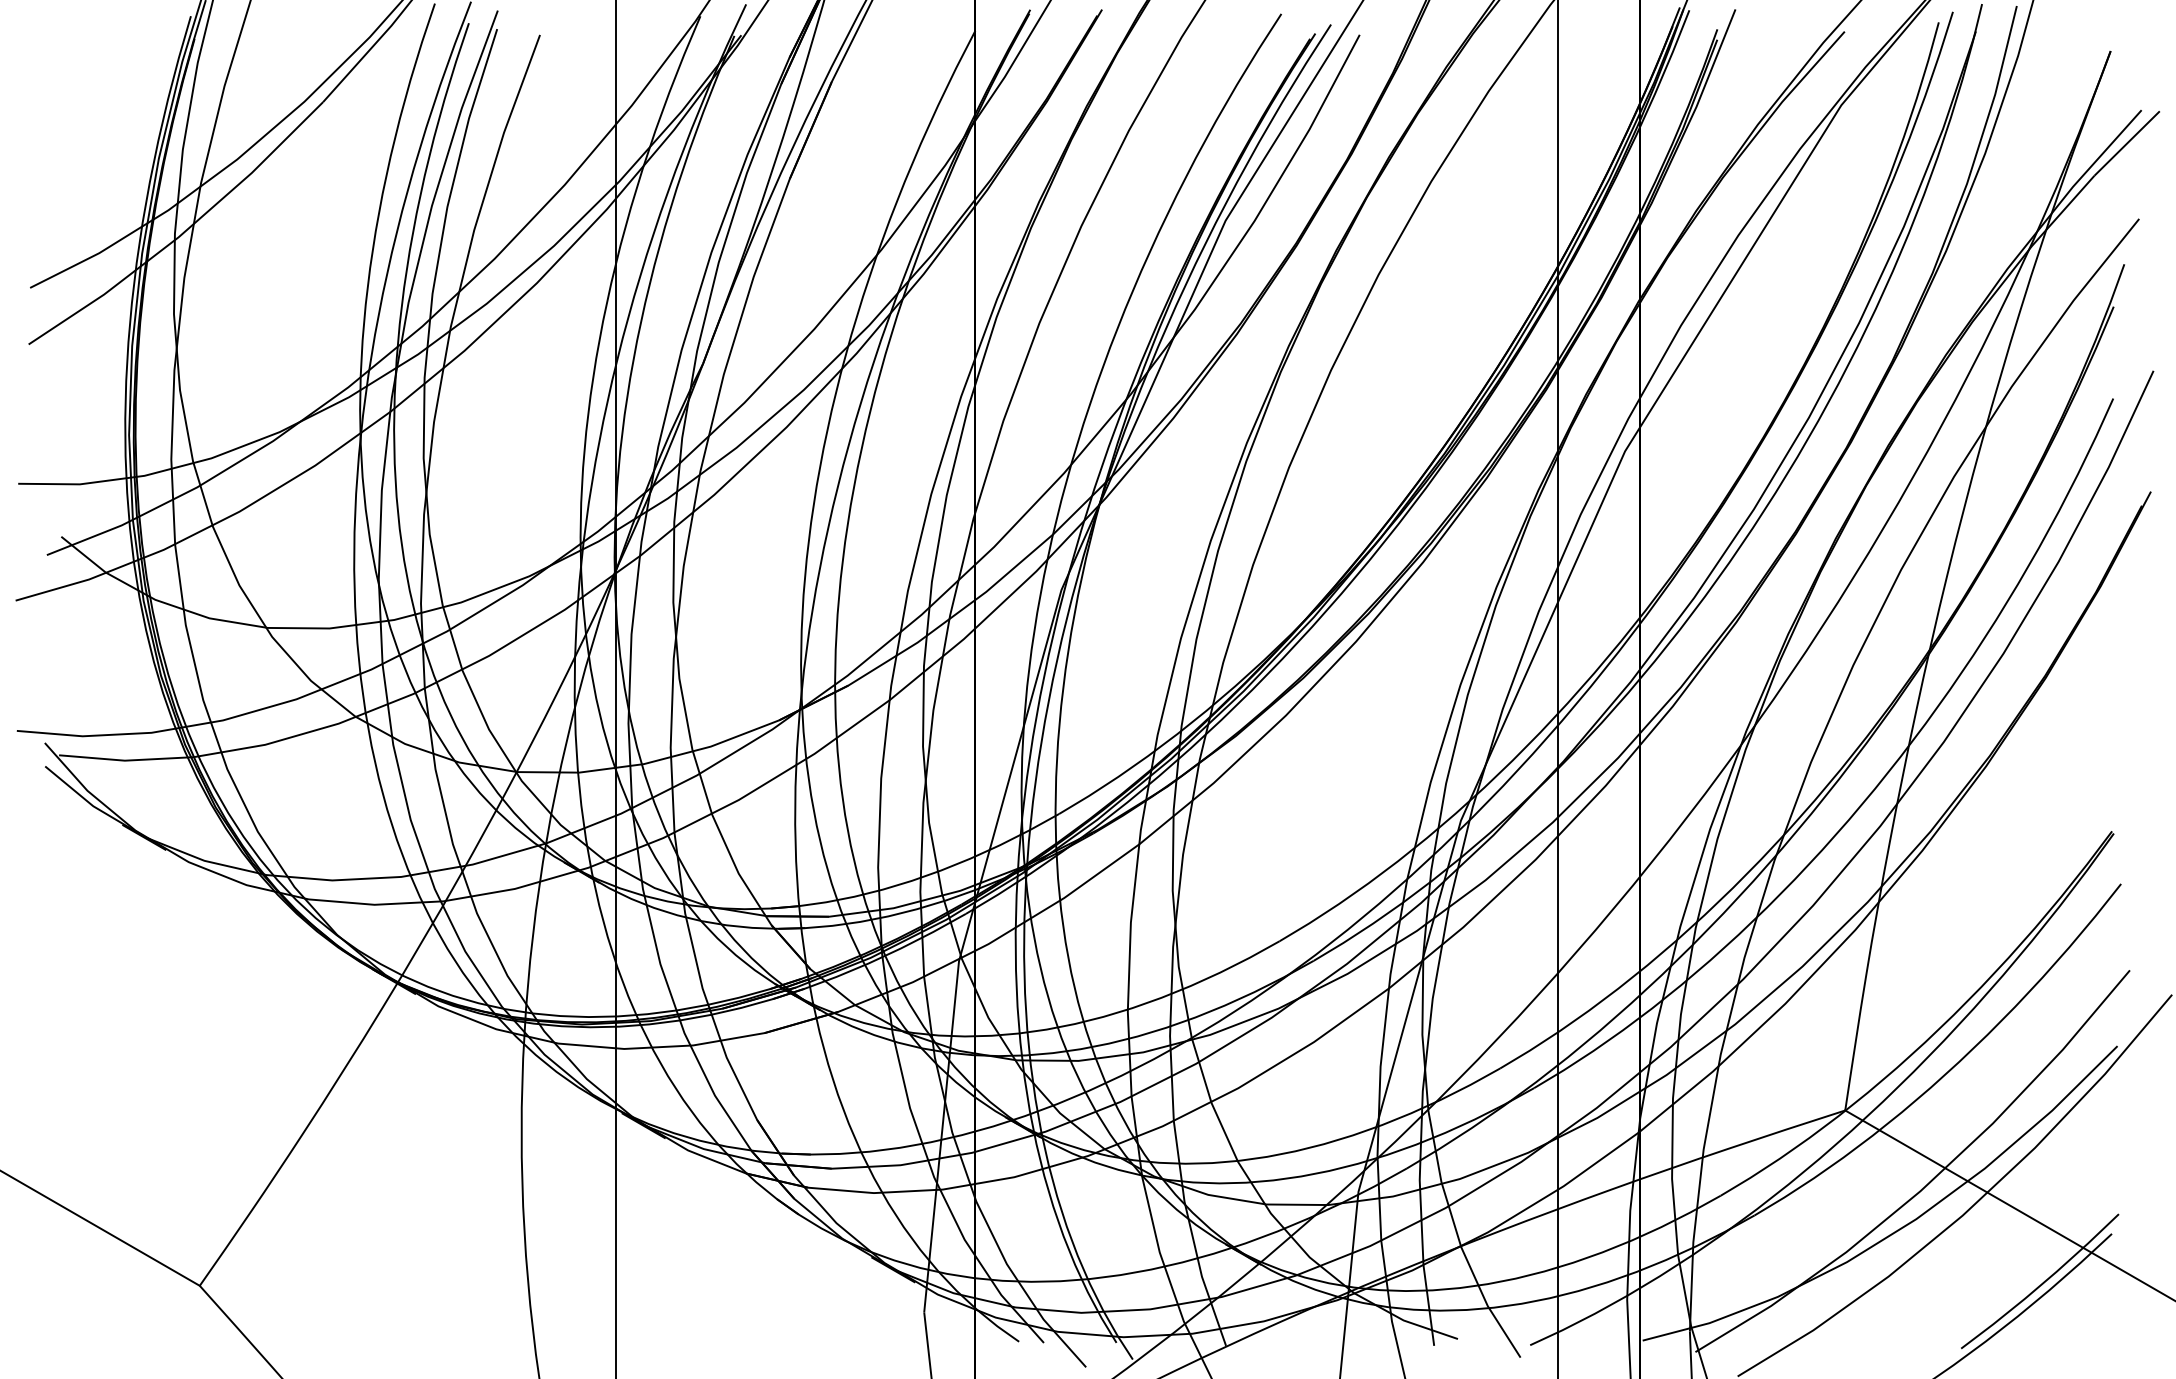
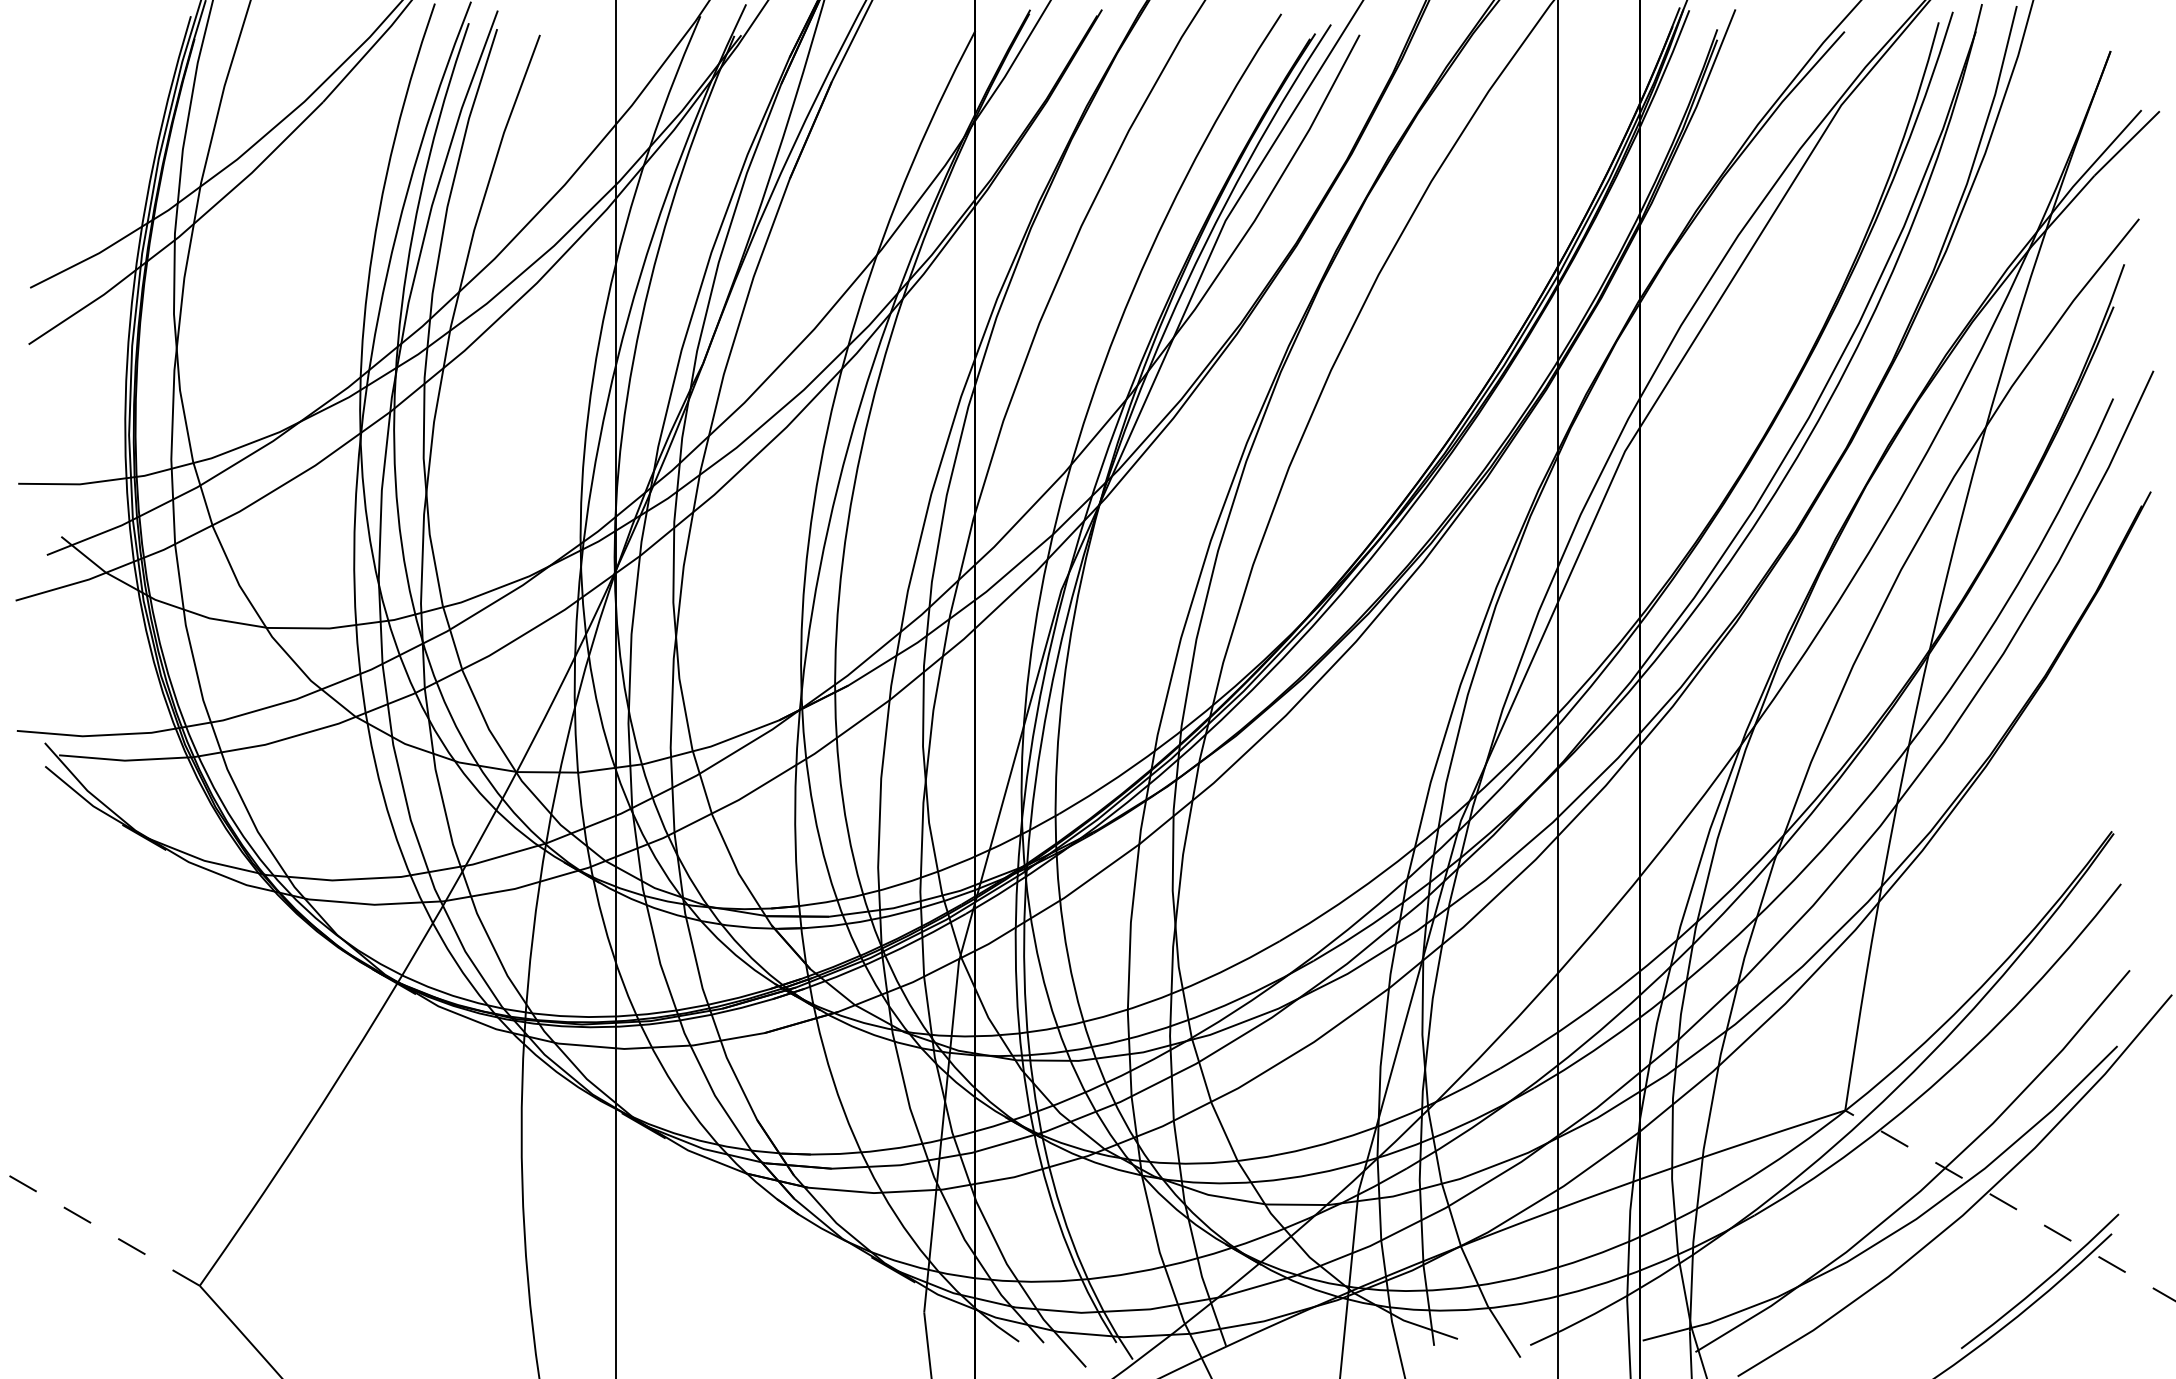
line at (2010, 1205): solid -> dashed
line at (100, 1228): solid -> dashed
